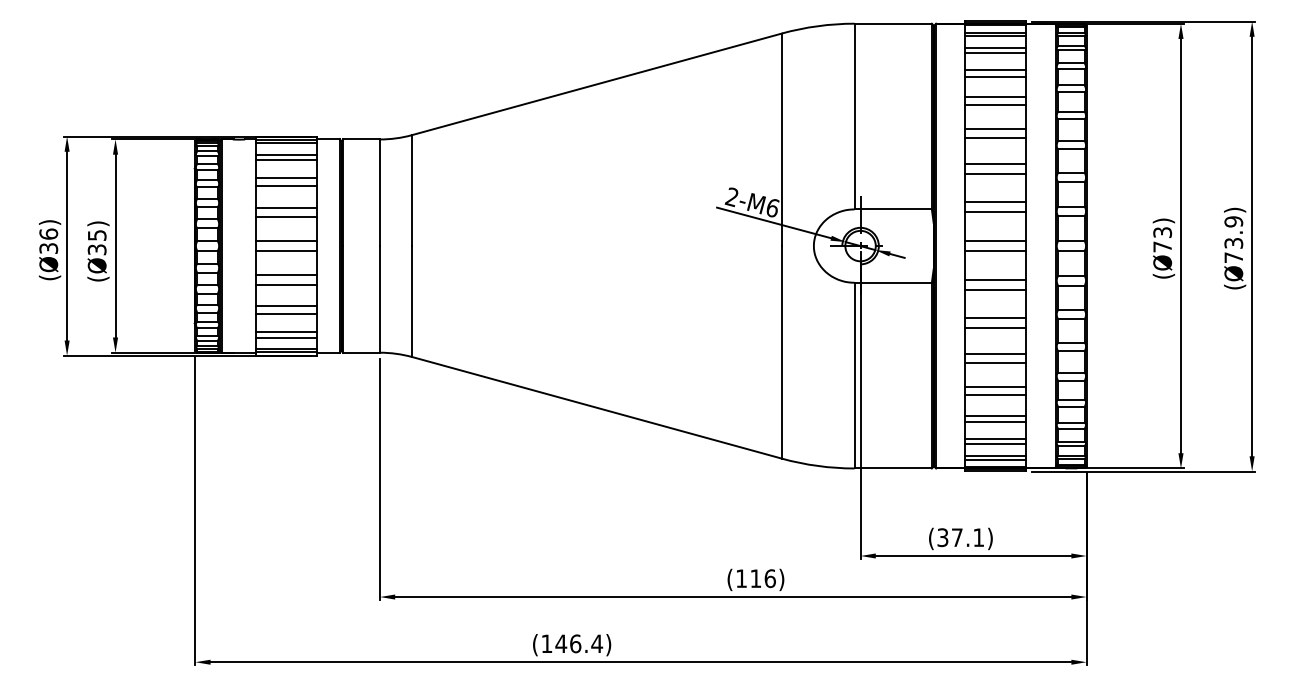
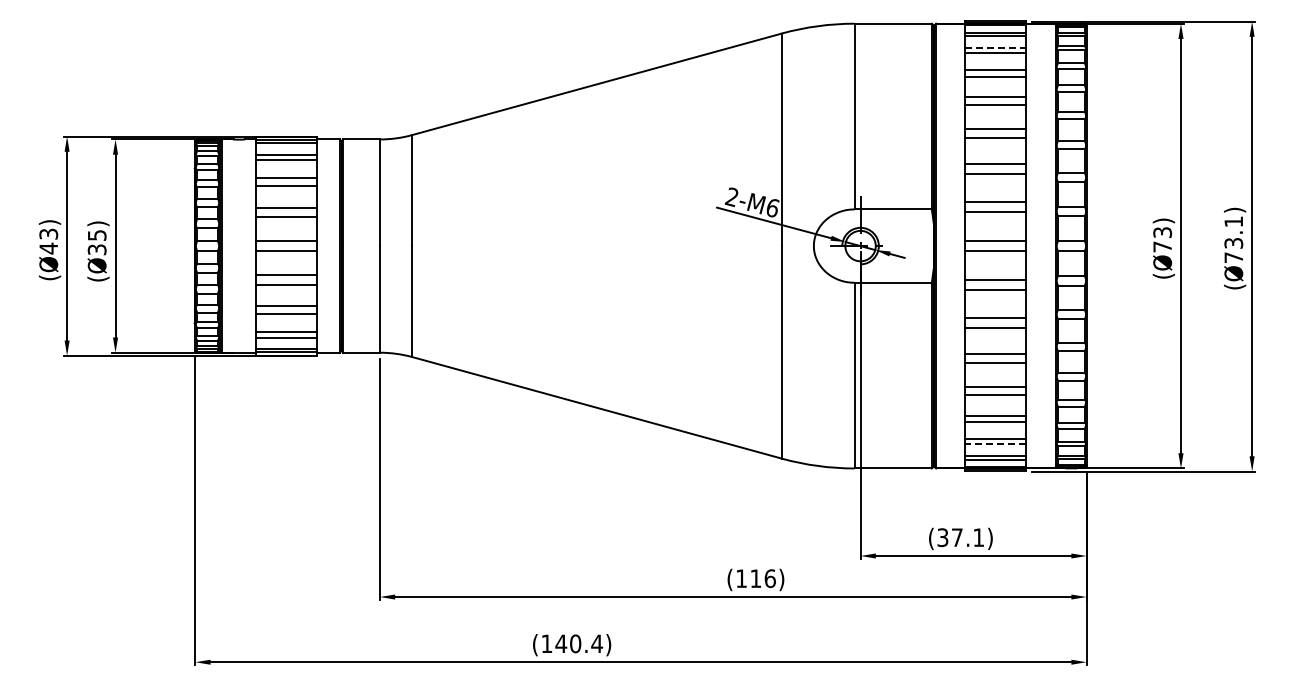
line at (995, 48): solid -> dashed
text at (1233, 221): (Ø73.9) -> (Ø73.1)
text at (48, 241): (Ø36) -> (Ø43)
line at (994, 443): solid -> dashed
text at (575, 643): (146.4) -> (140.4)
